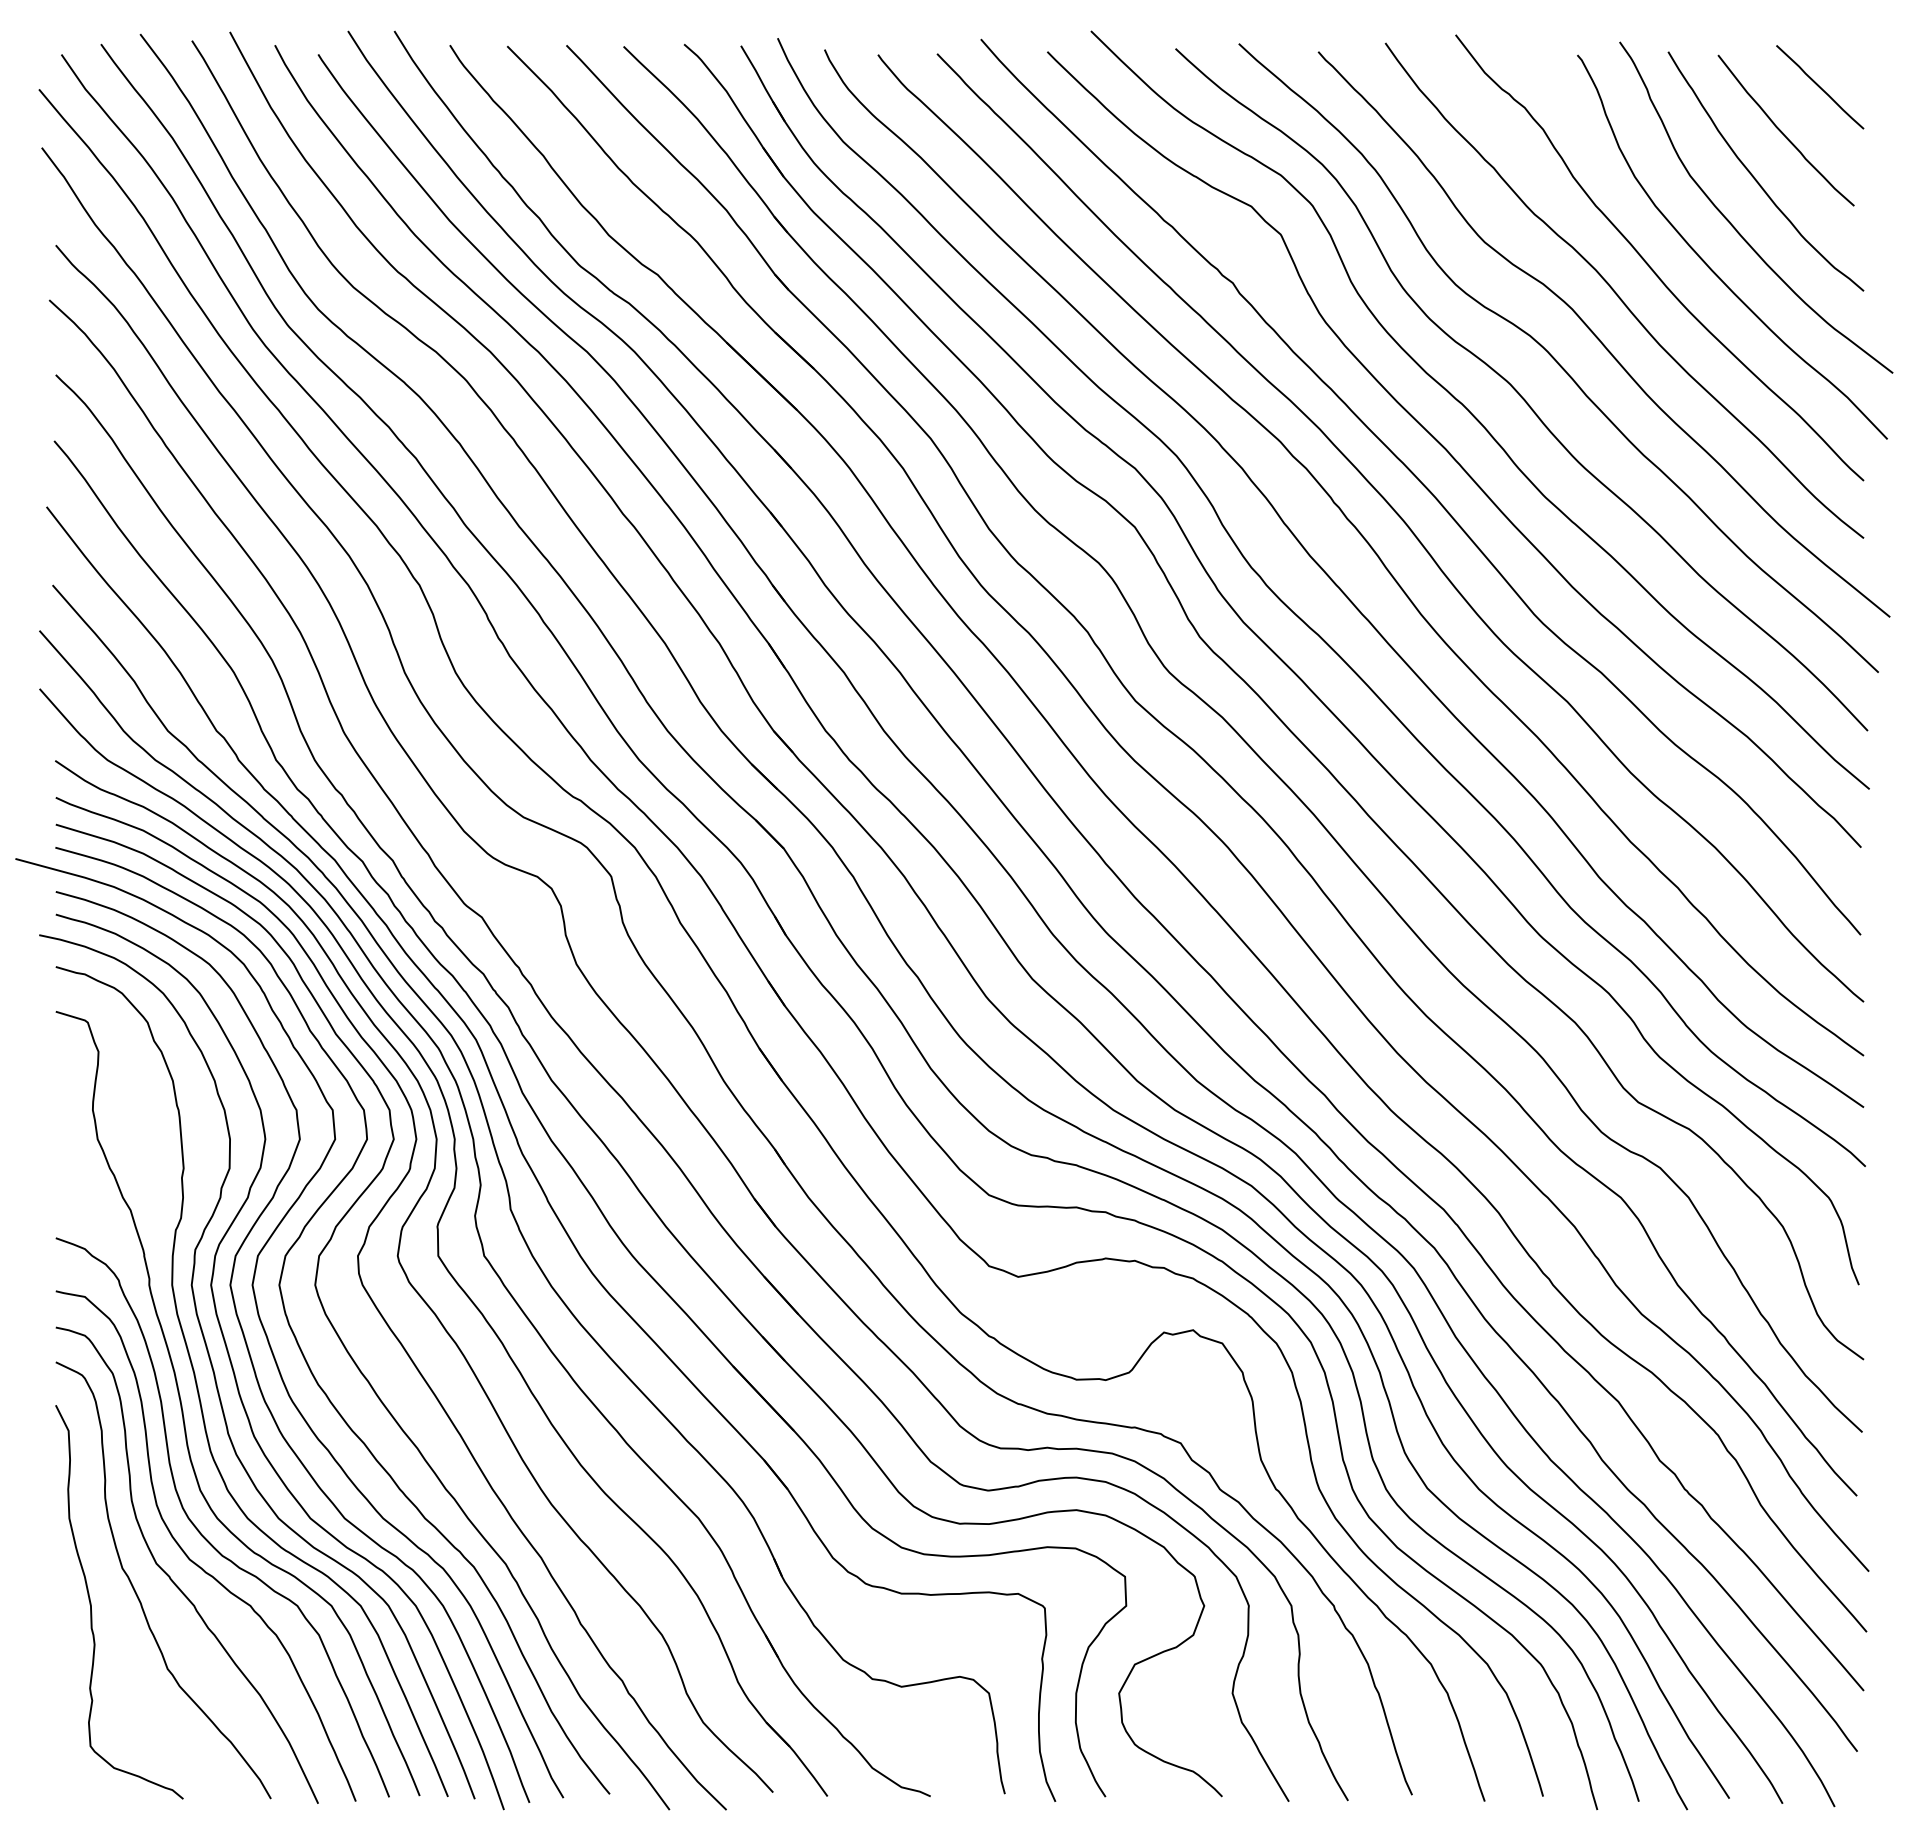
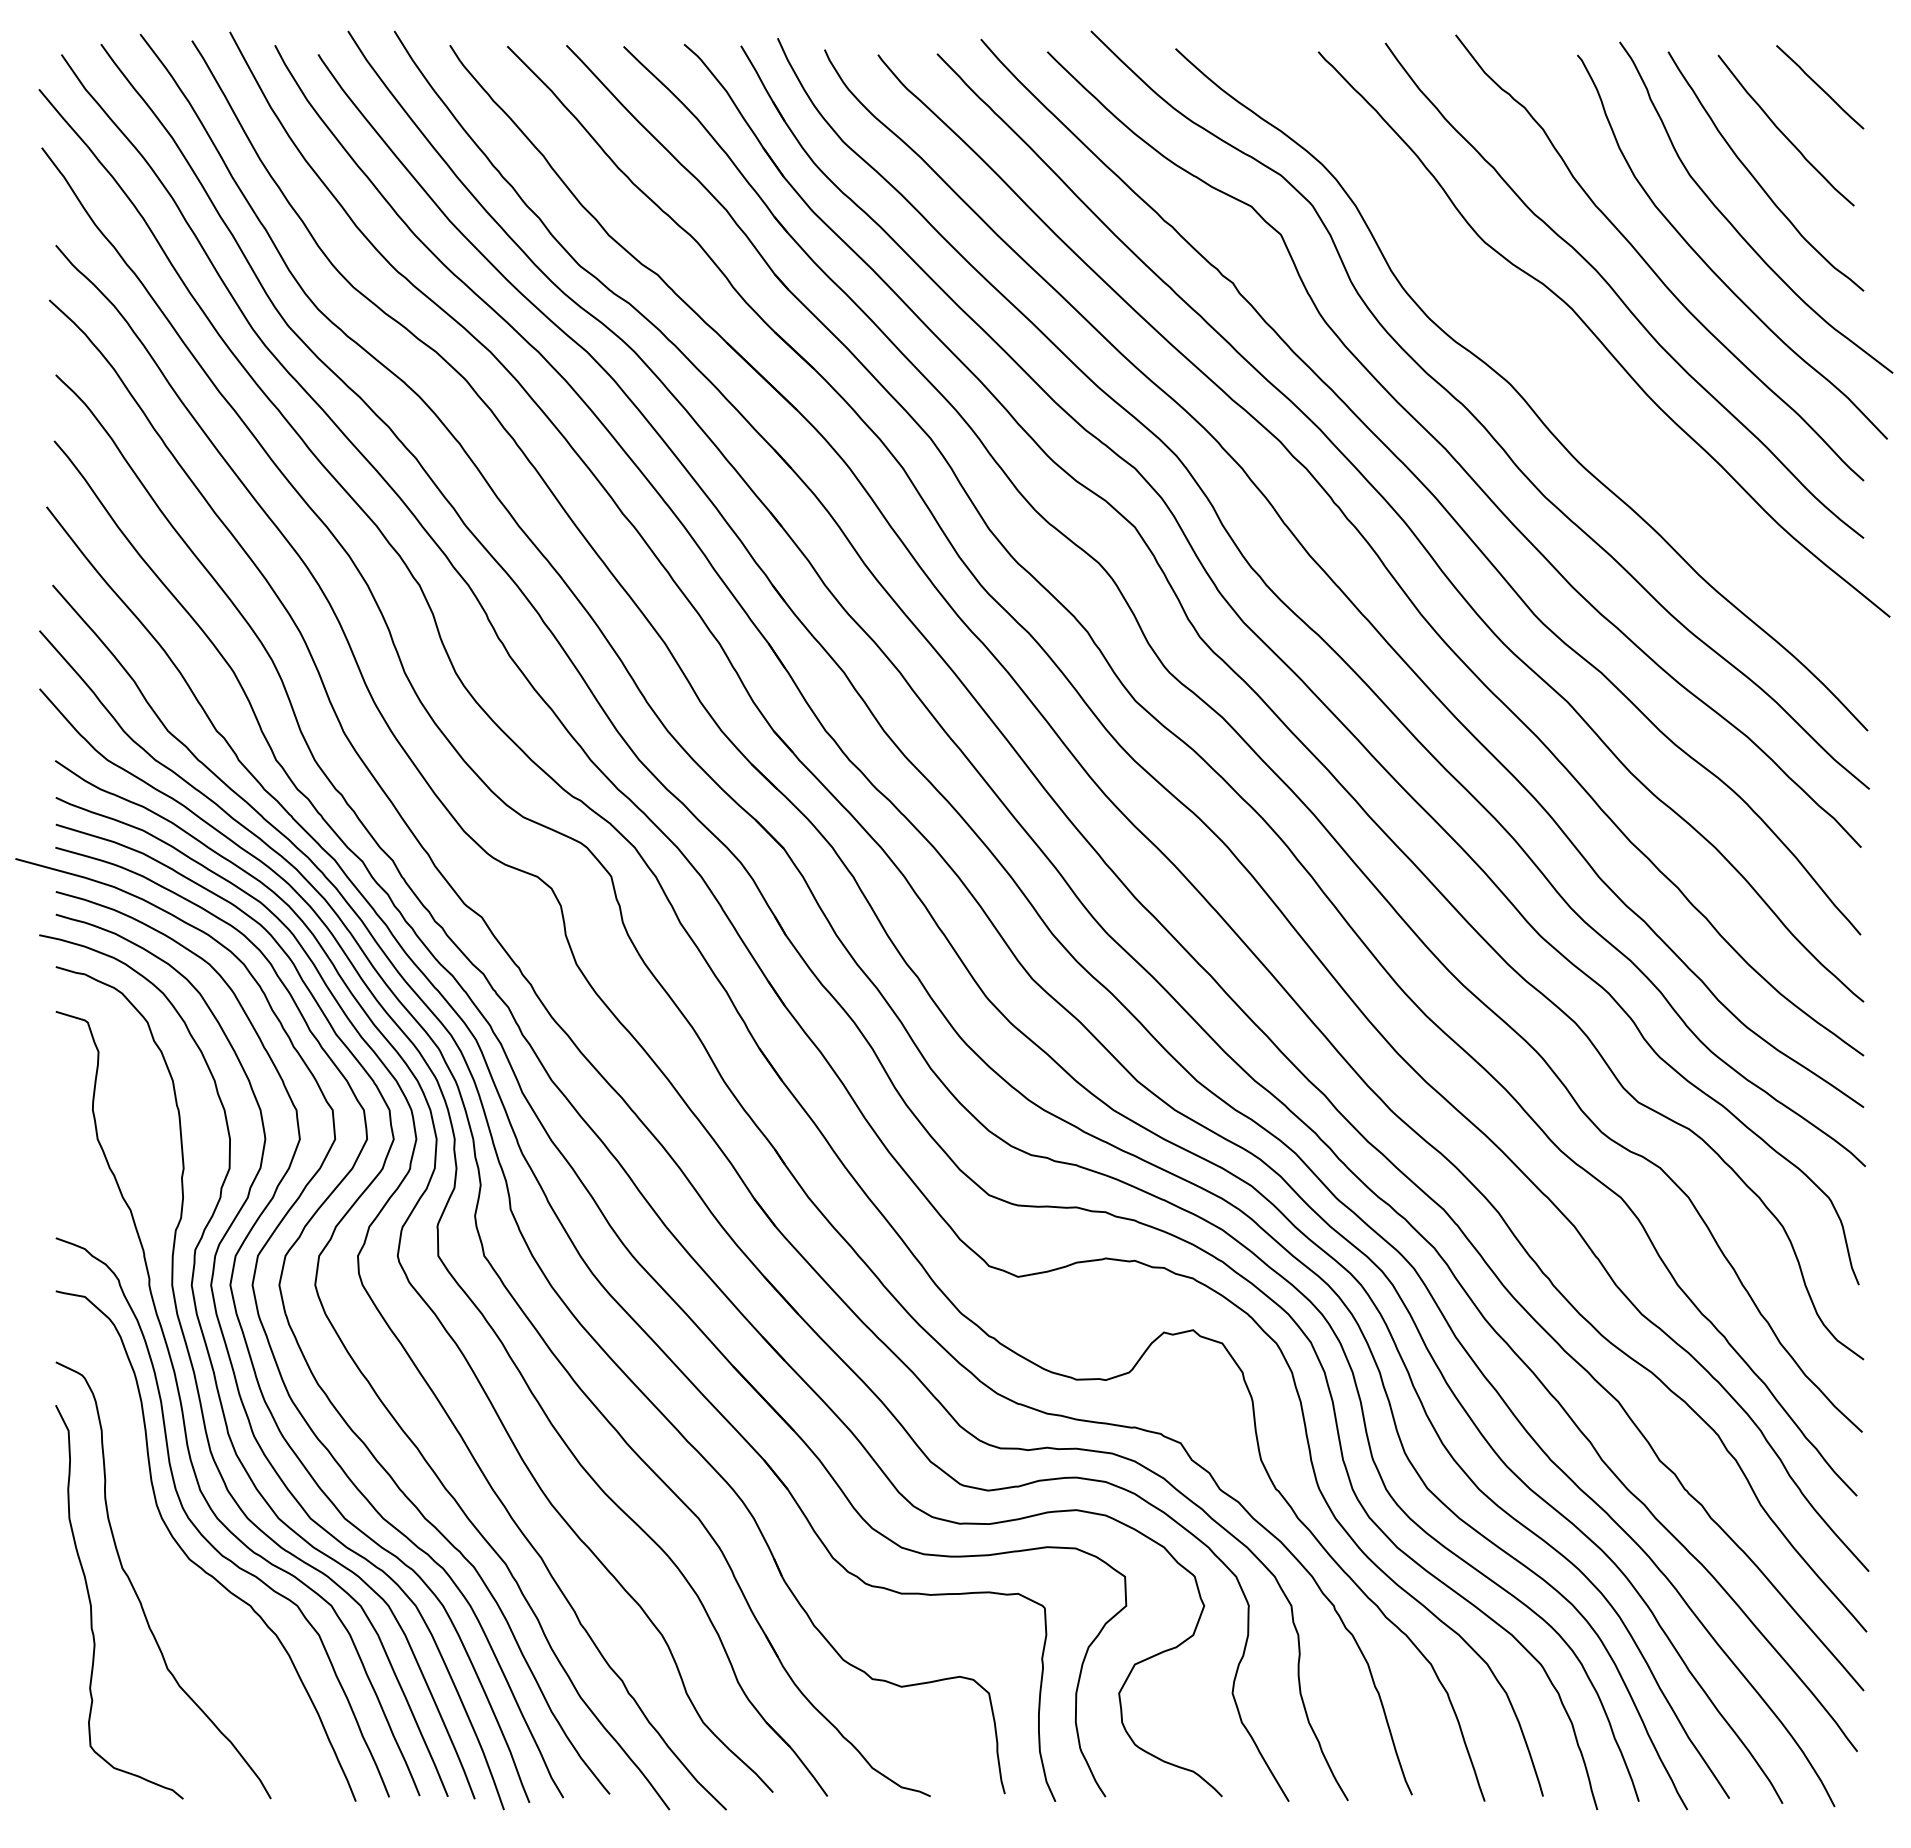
curve at (1556, 359): present -> none
curve at (170, 1576): present -> none
